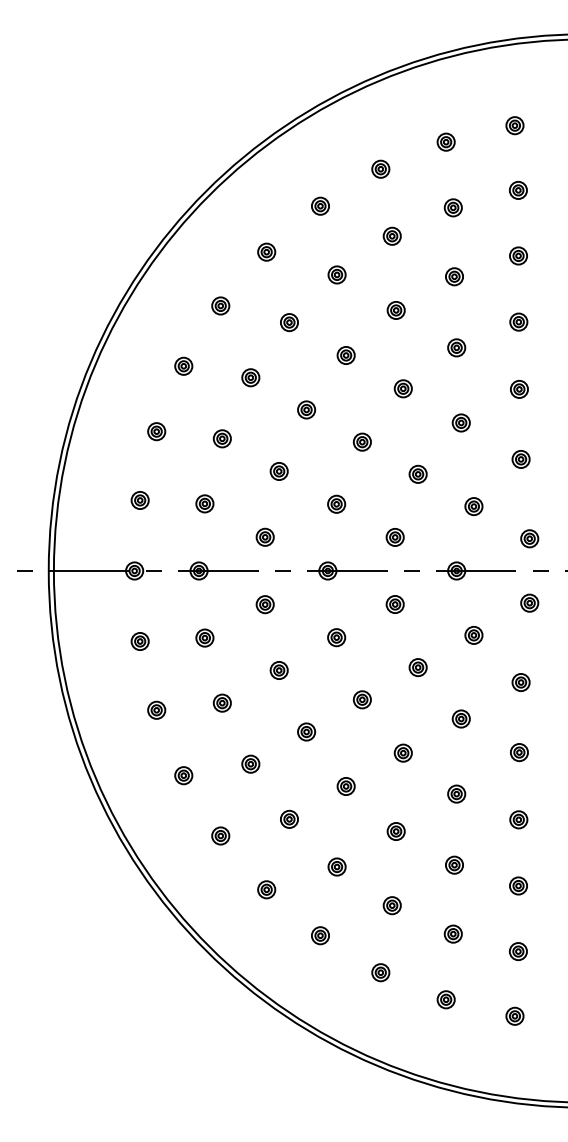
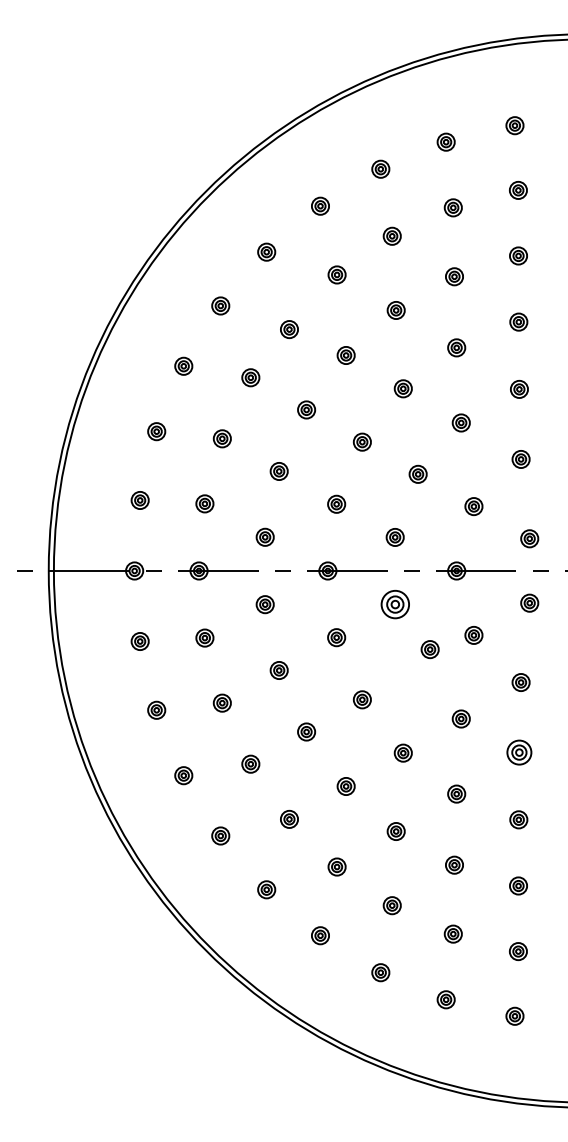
part at (289, 322) position: (289, 322) -> (289, 329)
part at (394, 604) size: 20x19 px -> 30x30 px
part at (417, 667) position: (417, 667) -> (429, 649)
part at (519, 752) size: 19x19 px -> 27x27 px
